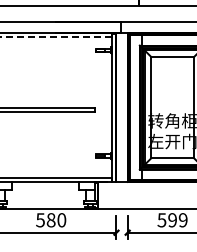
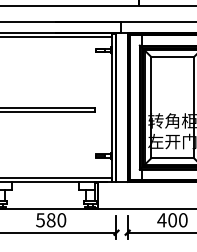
line at (56, 37): dashed -> solid
text at (172, 220): 599 -> 400
